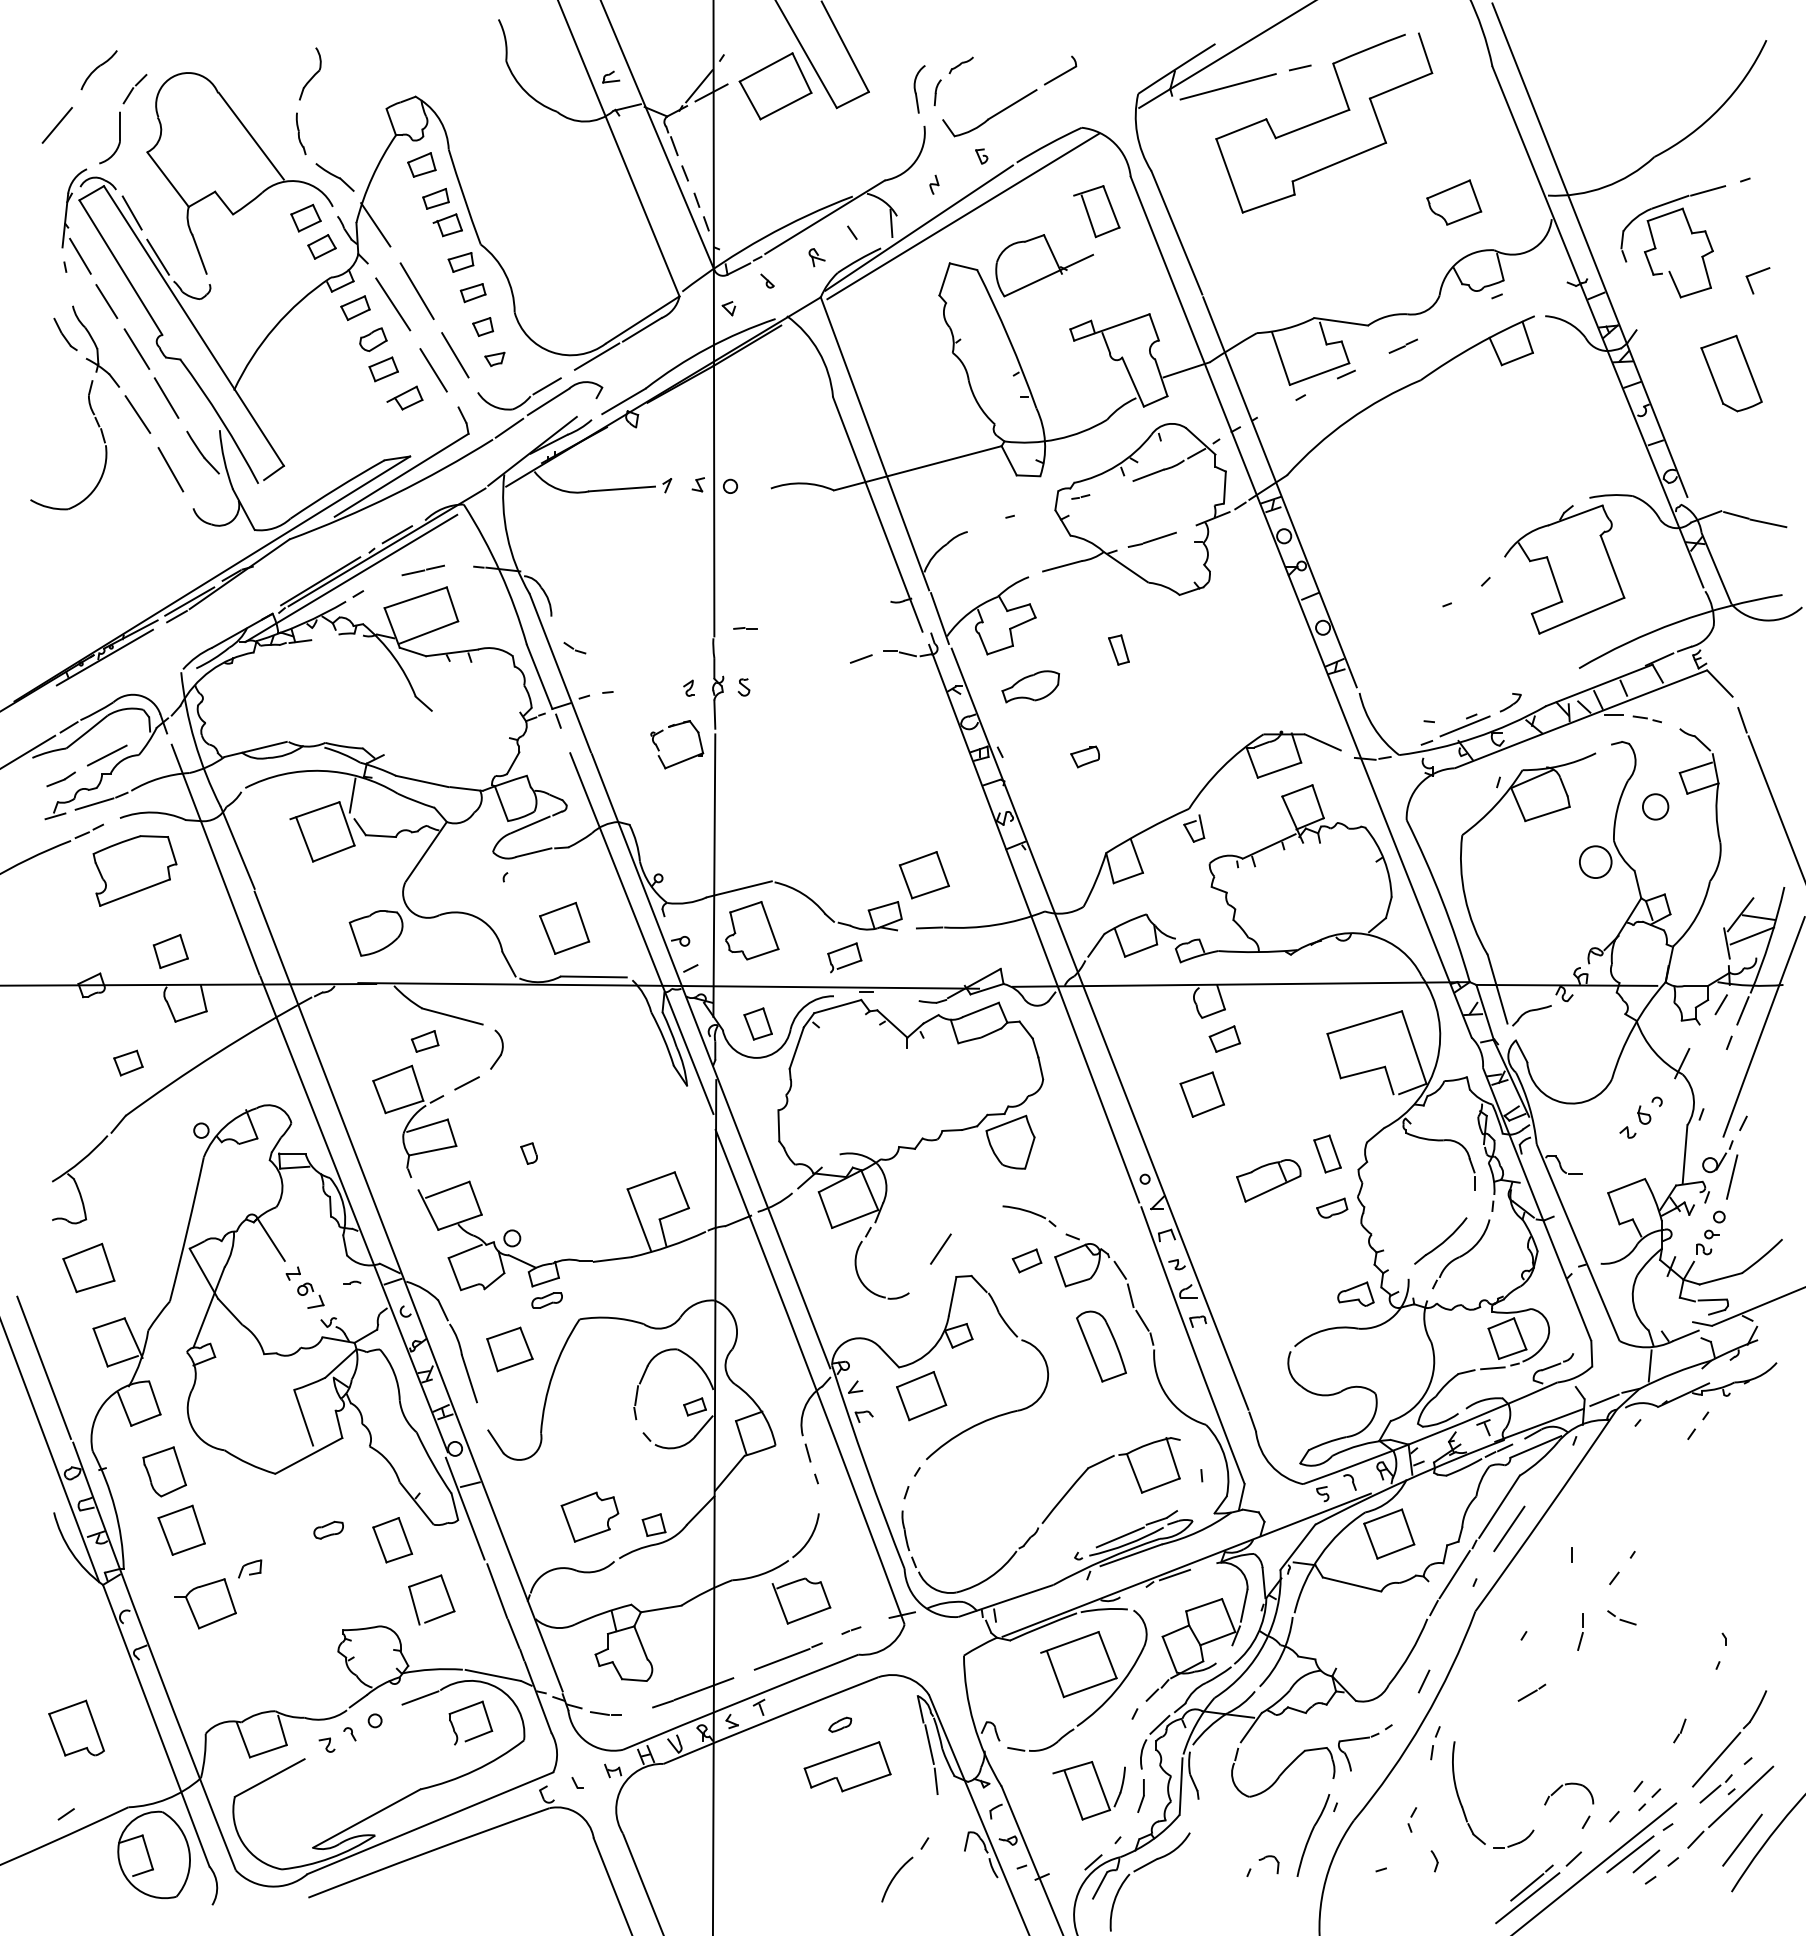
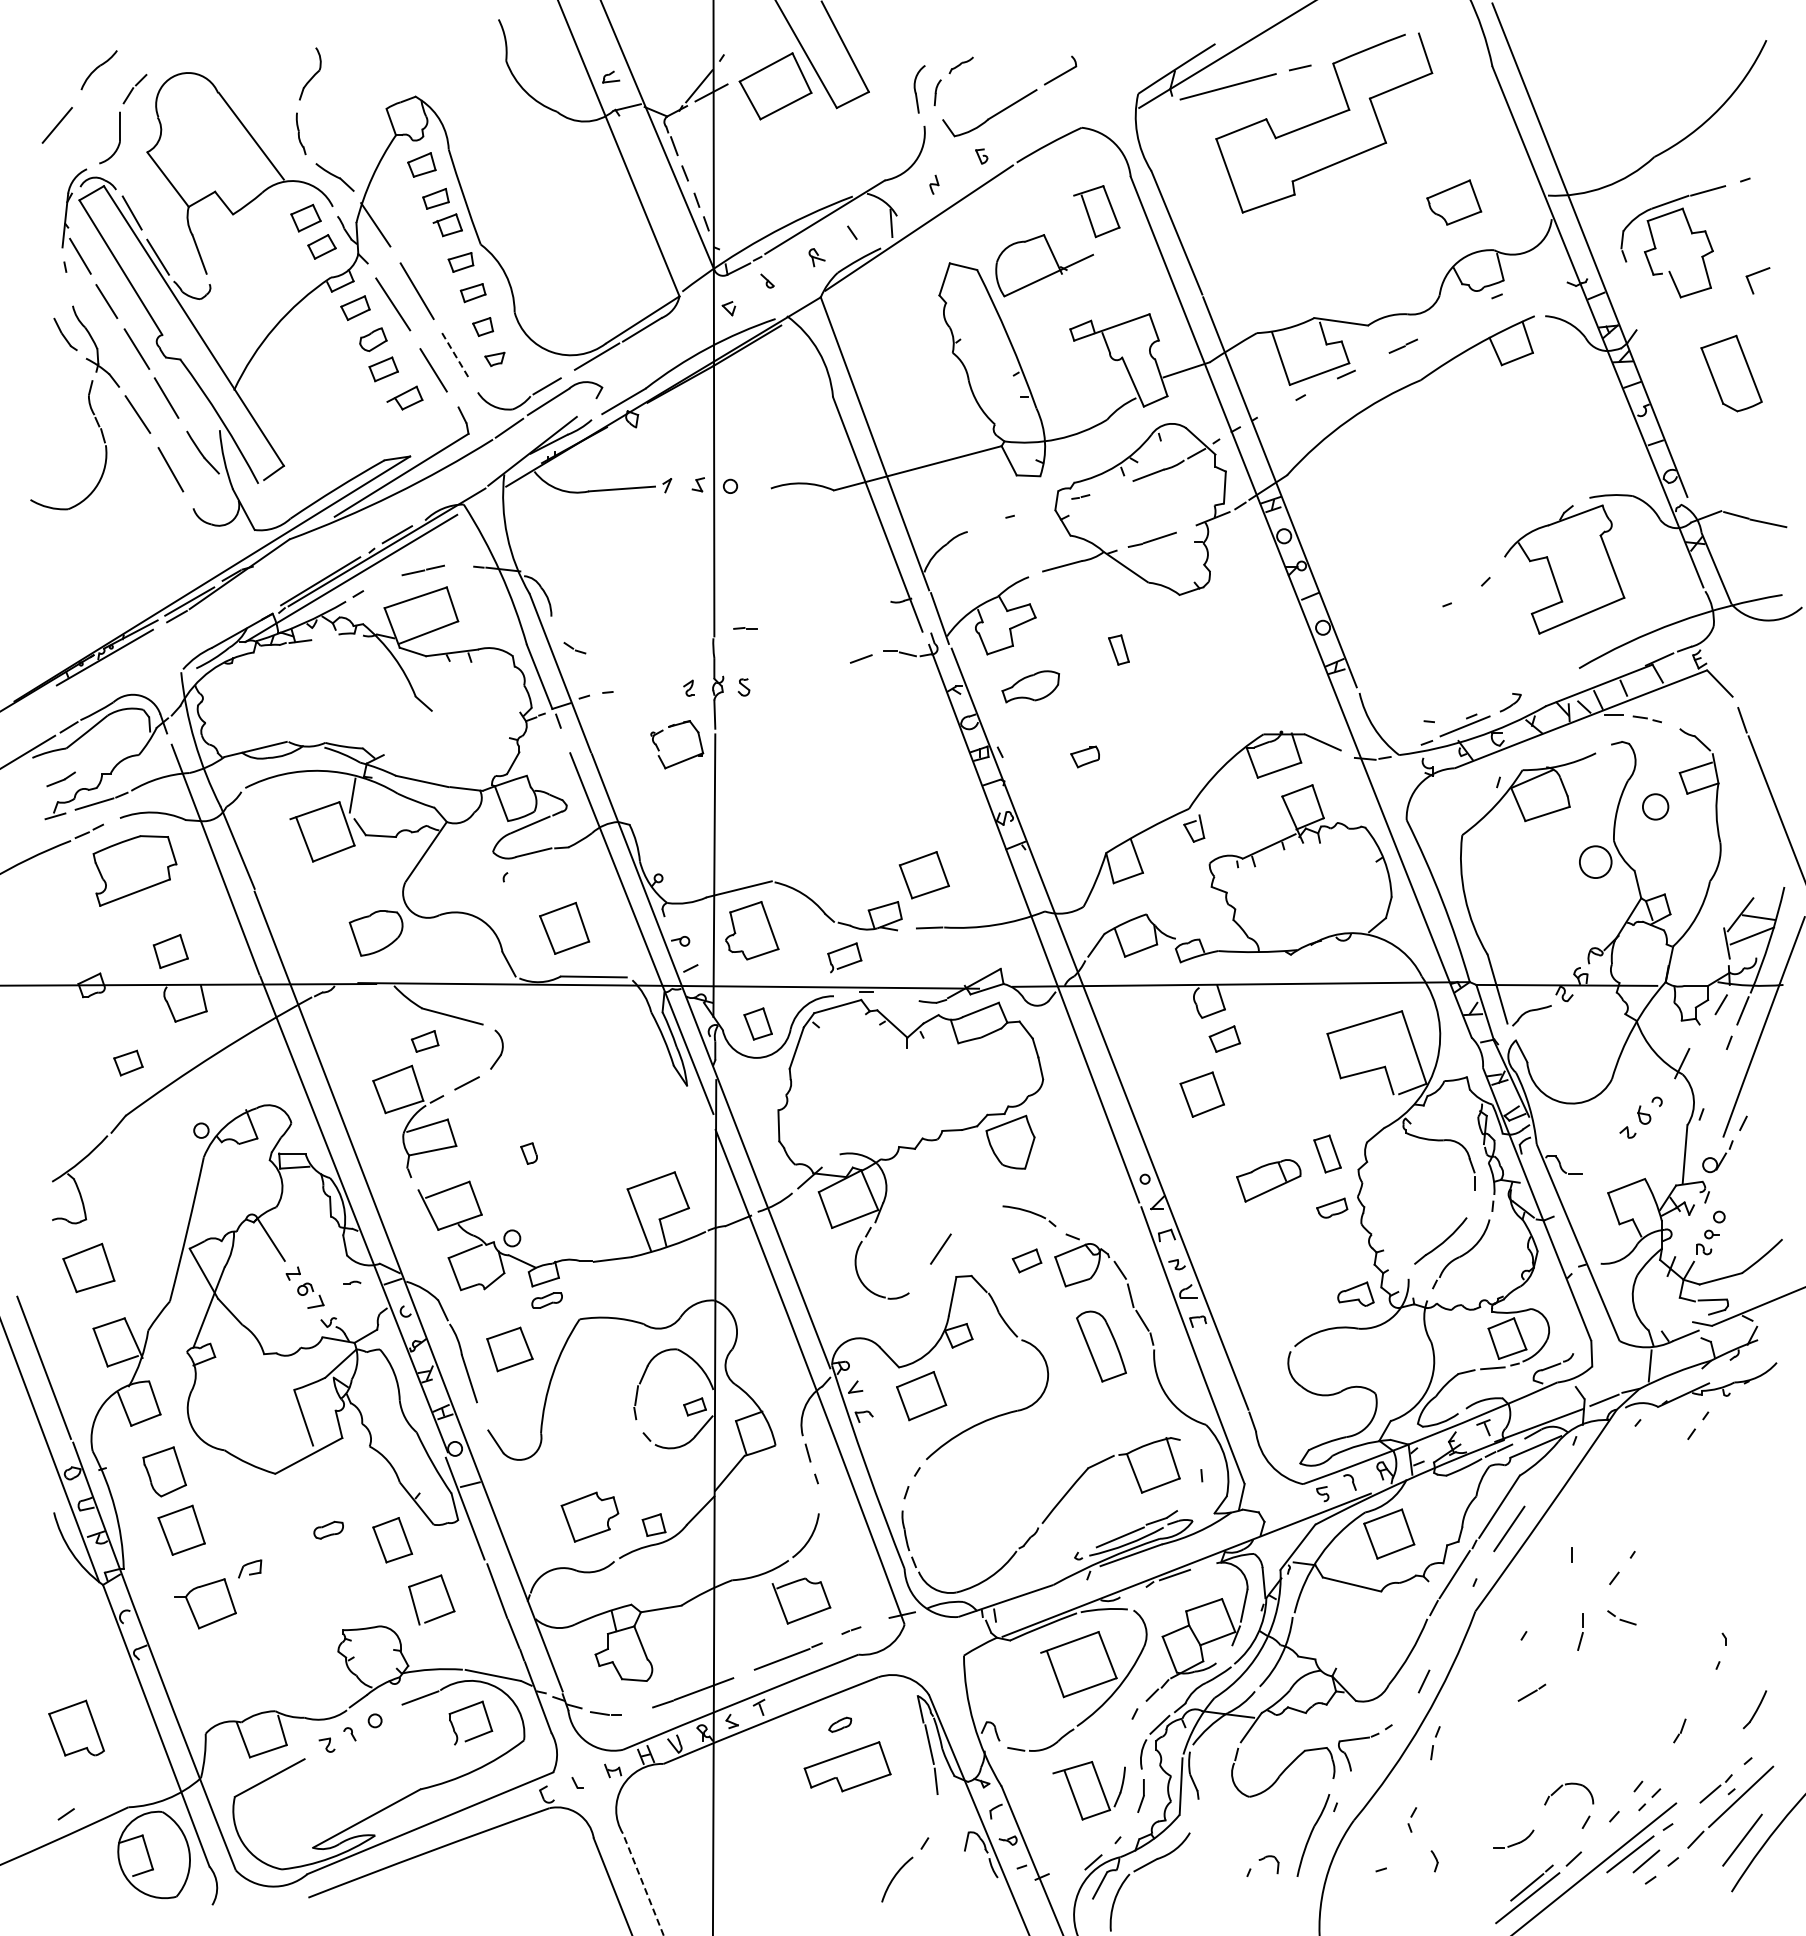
line at (963, 216): present -> none
line at (455, 355): solid -> dashed
line at (106, 755): present -> none
line at (1732, 1176): present -> none
line at (1716, 1759): present -> none
part at (1459, 1796): present -> none
arc at (643, 1884): solid -> dashed
